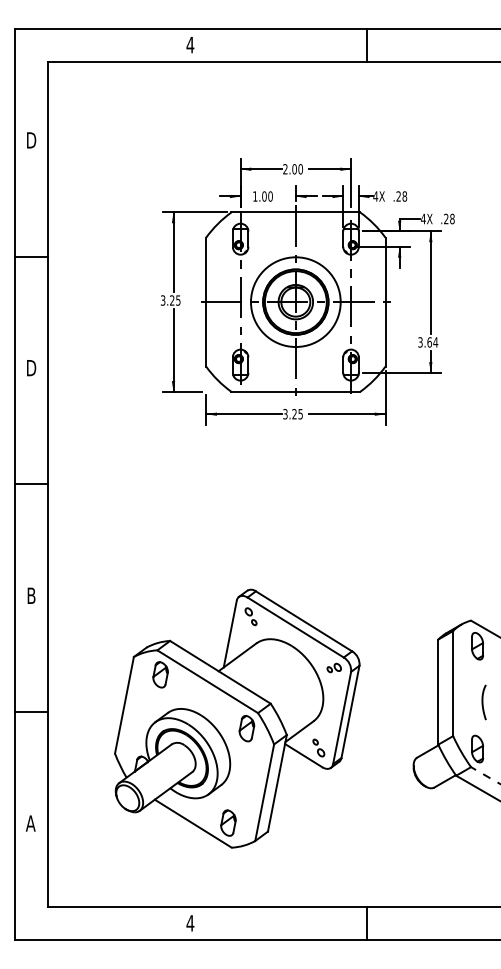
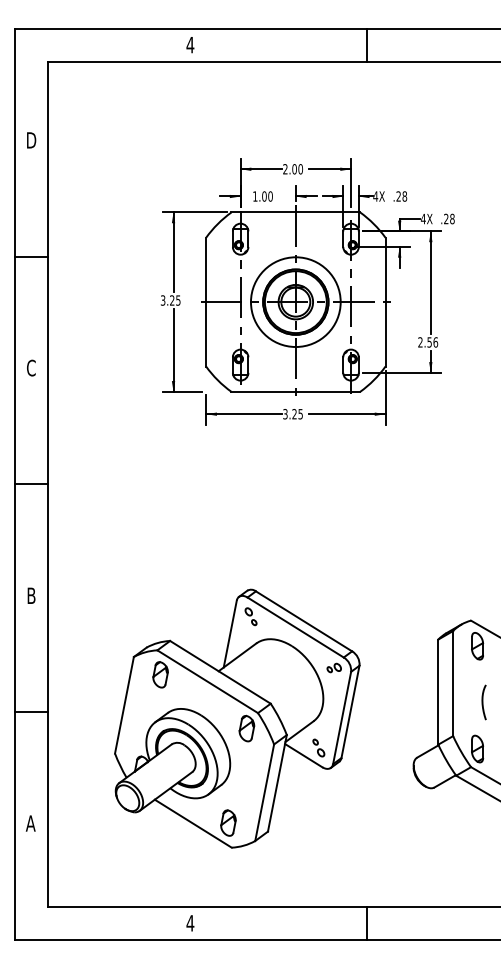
text at (428, 342): 3.64 -> 2.56
text at (31, 367): D -> C
line at (485, 775): dashed -> solid
